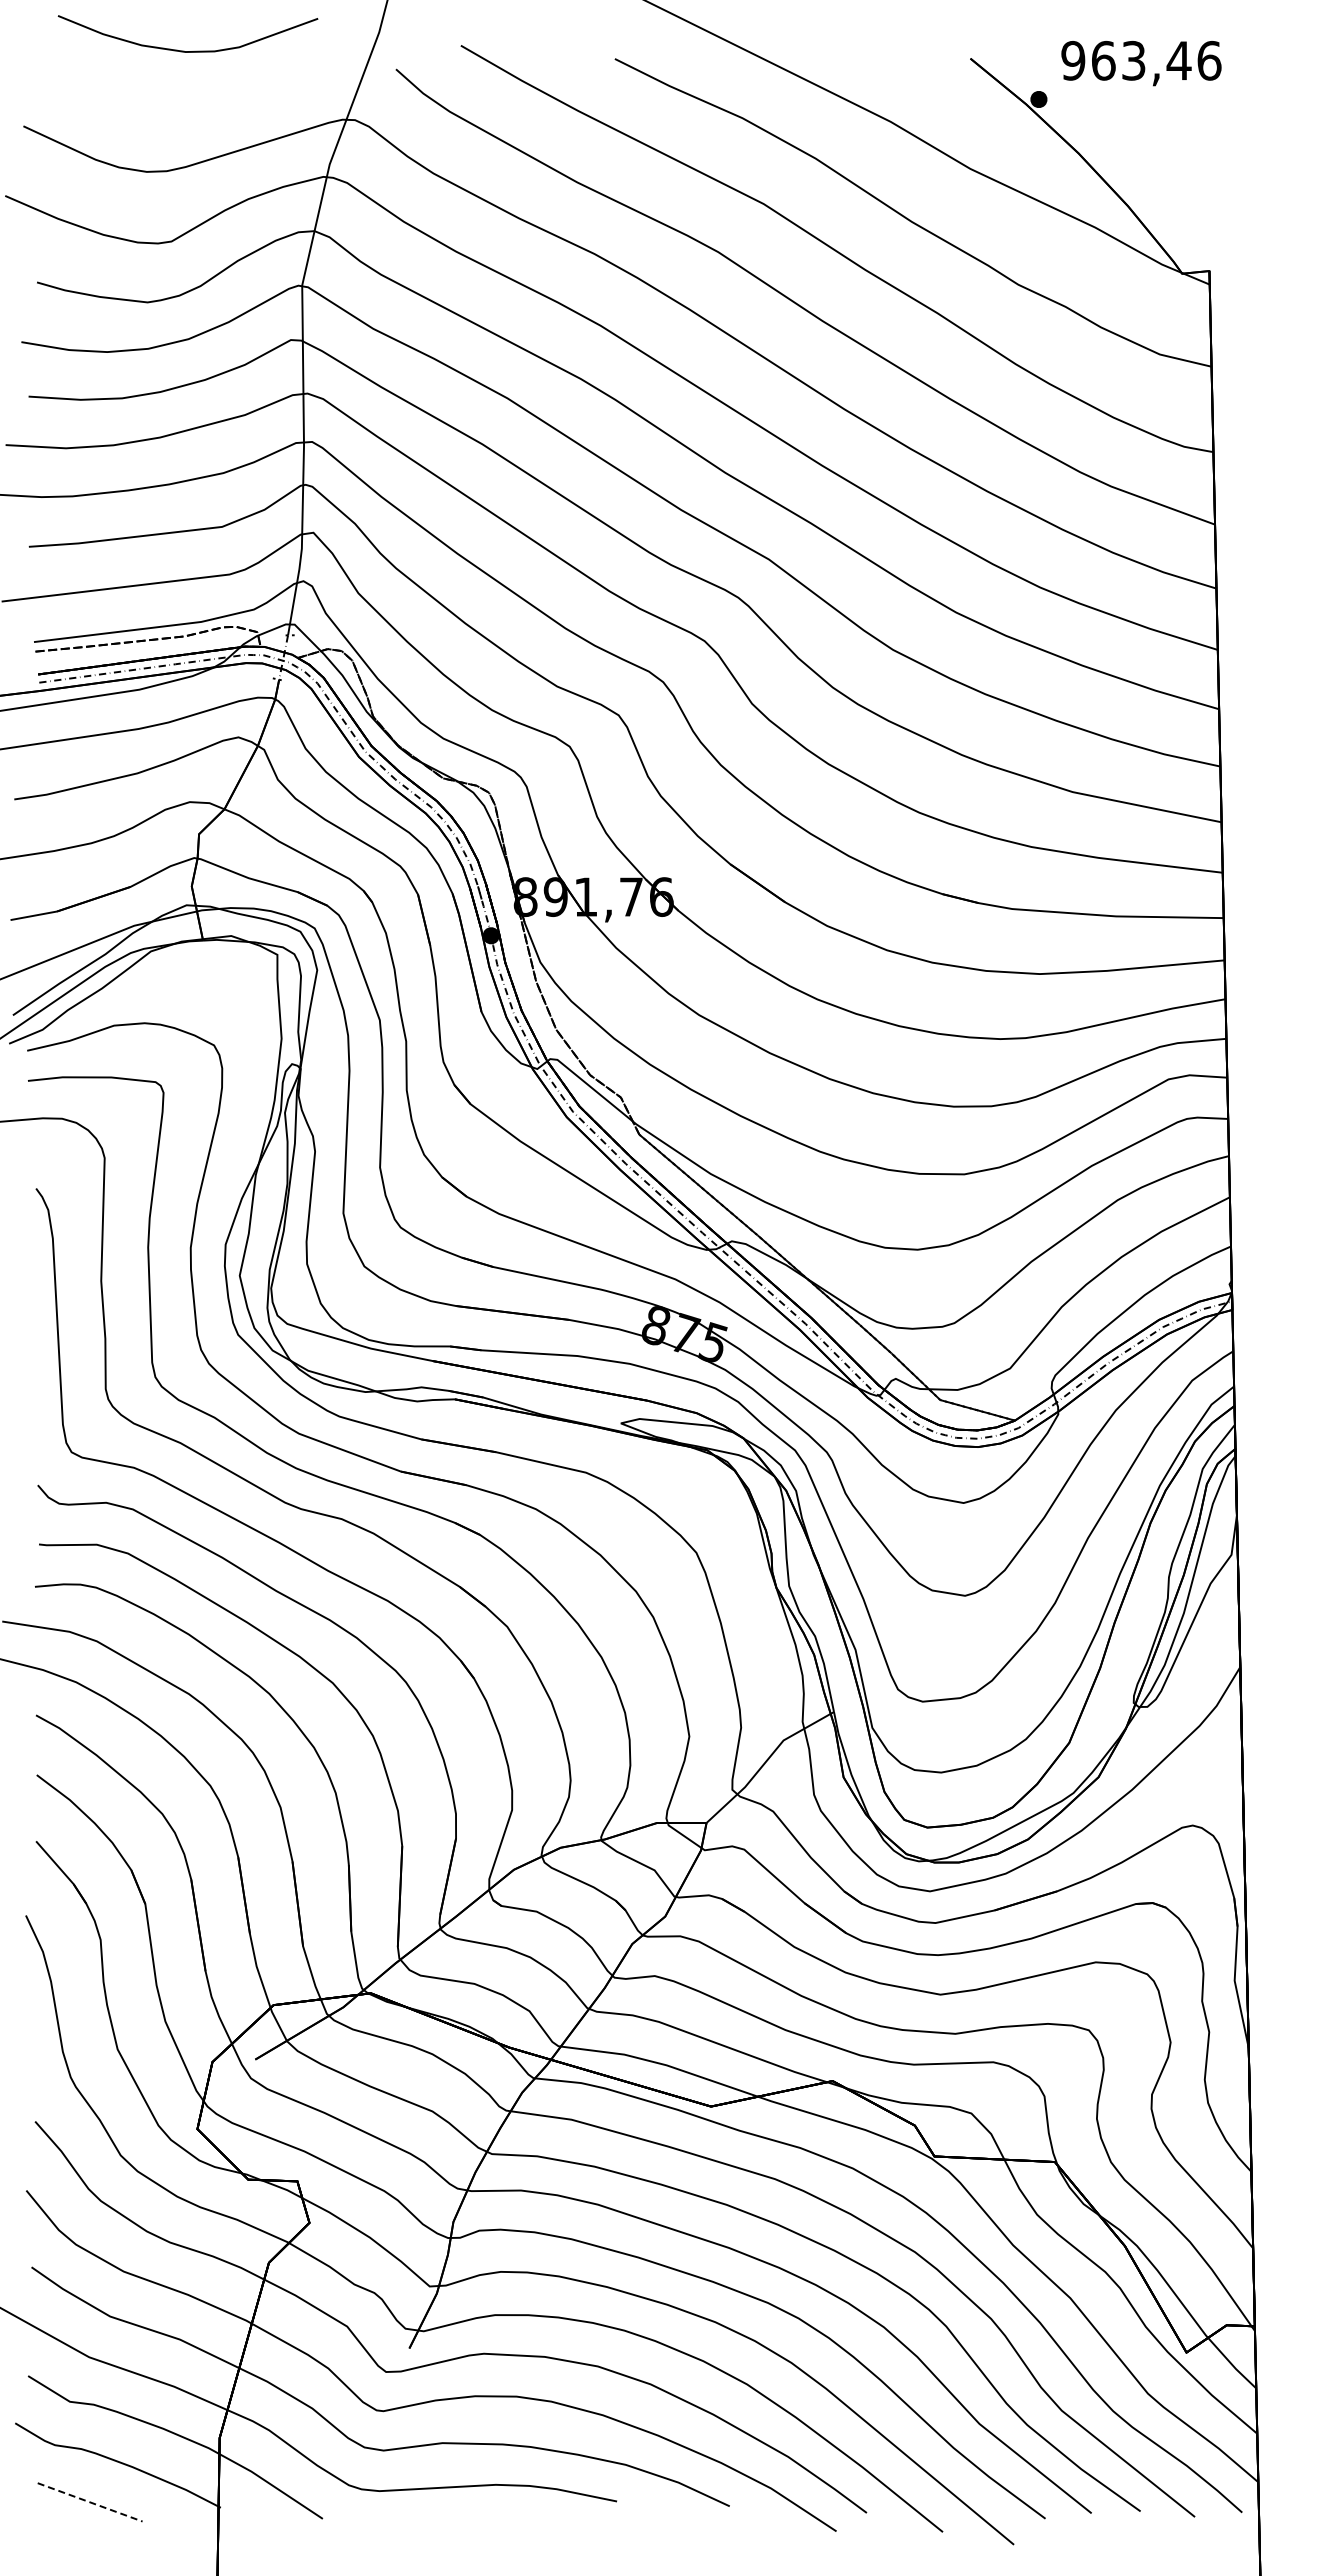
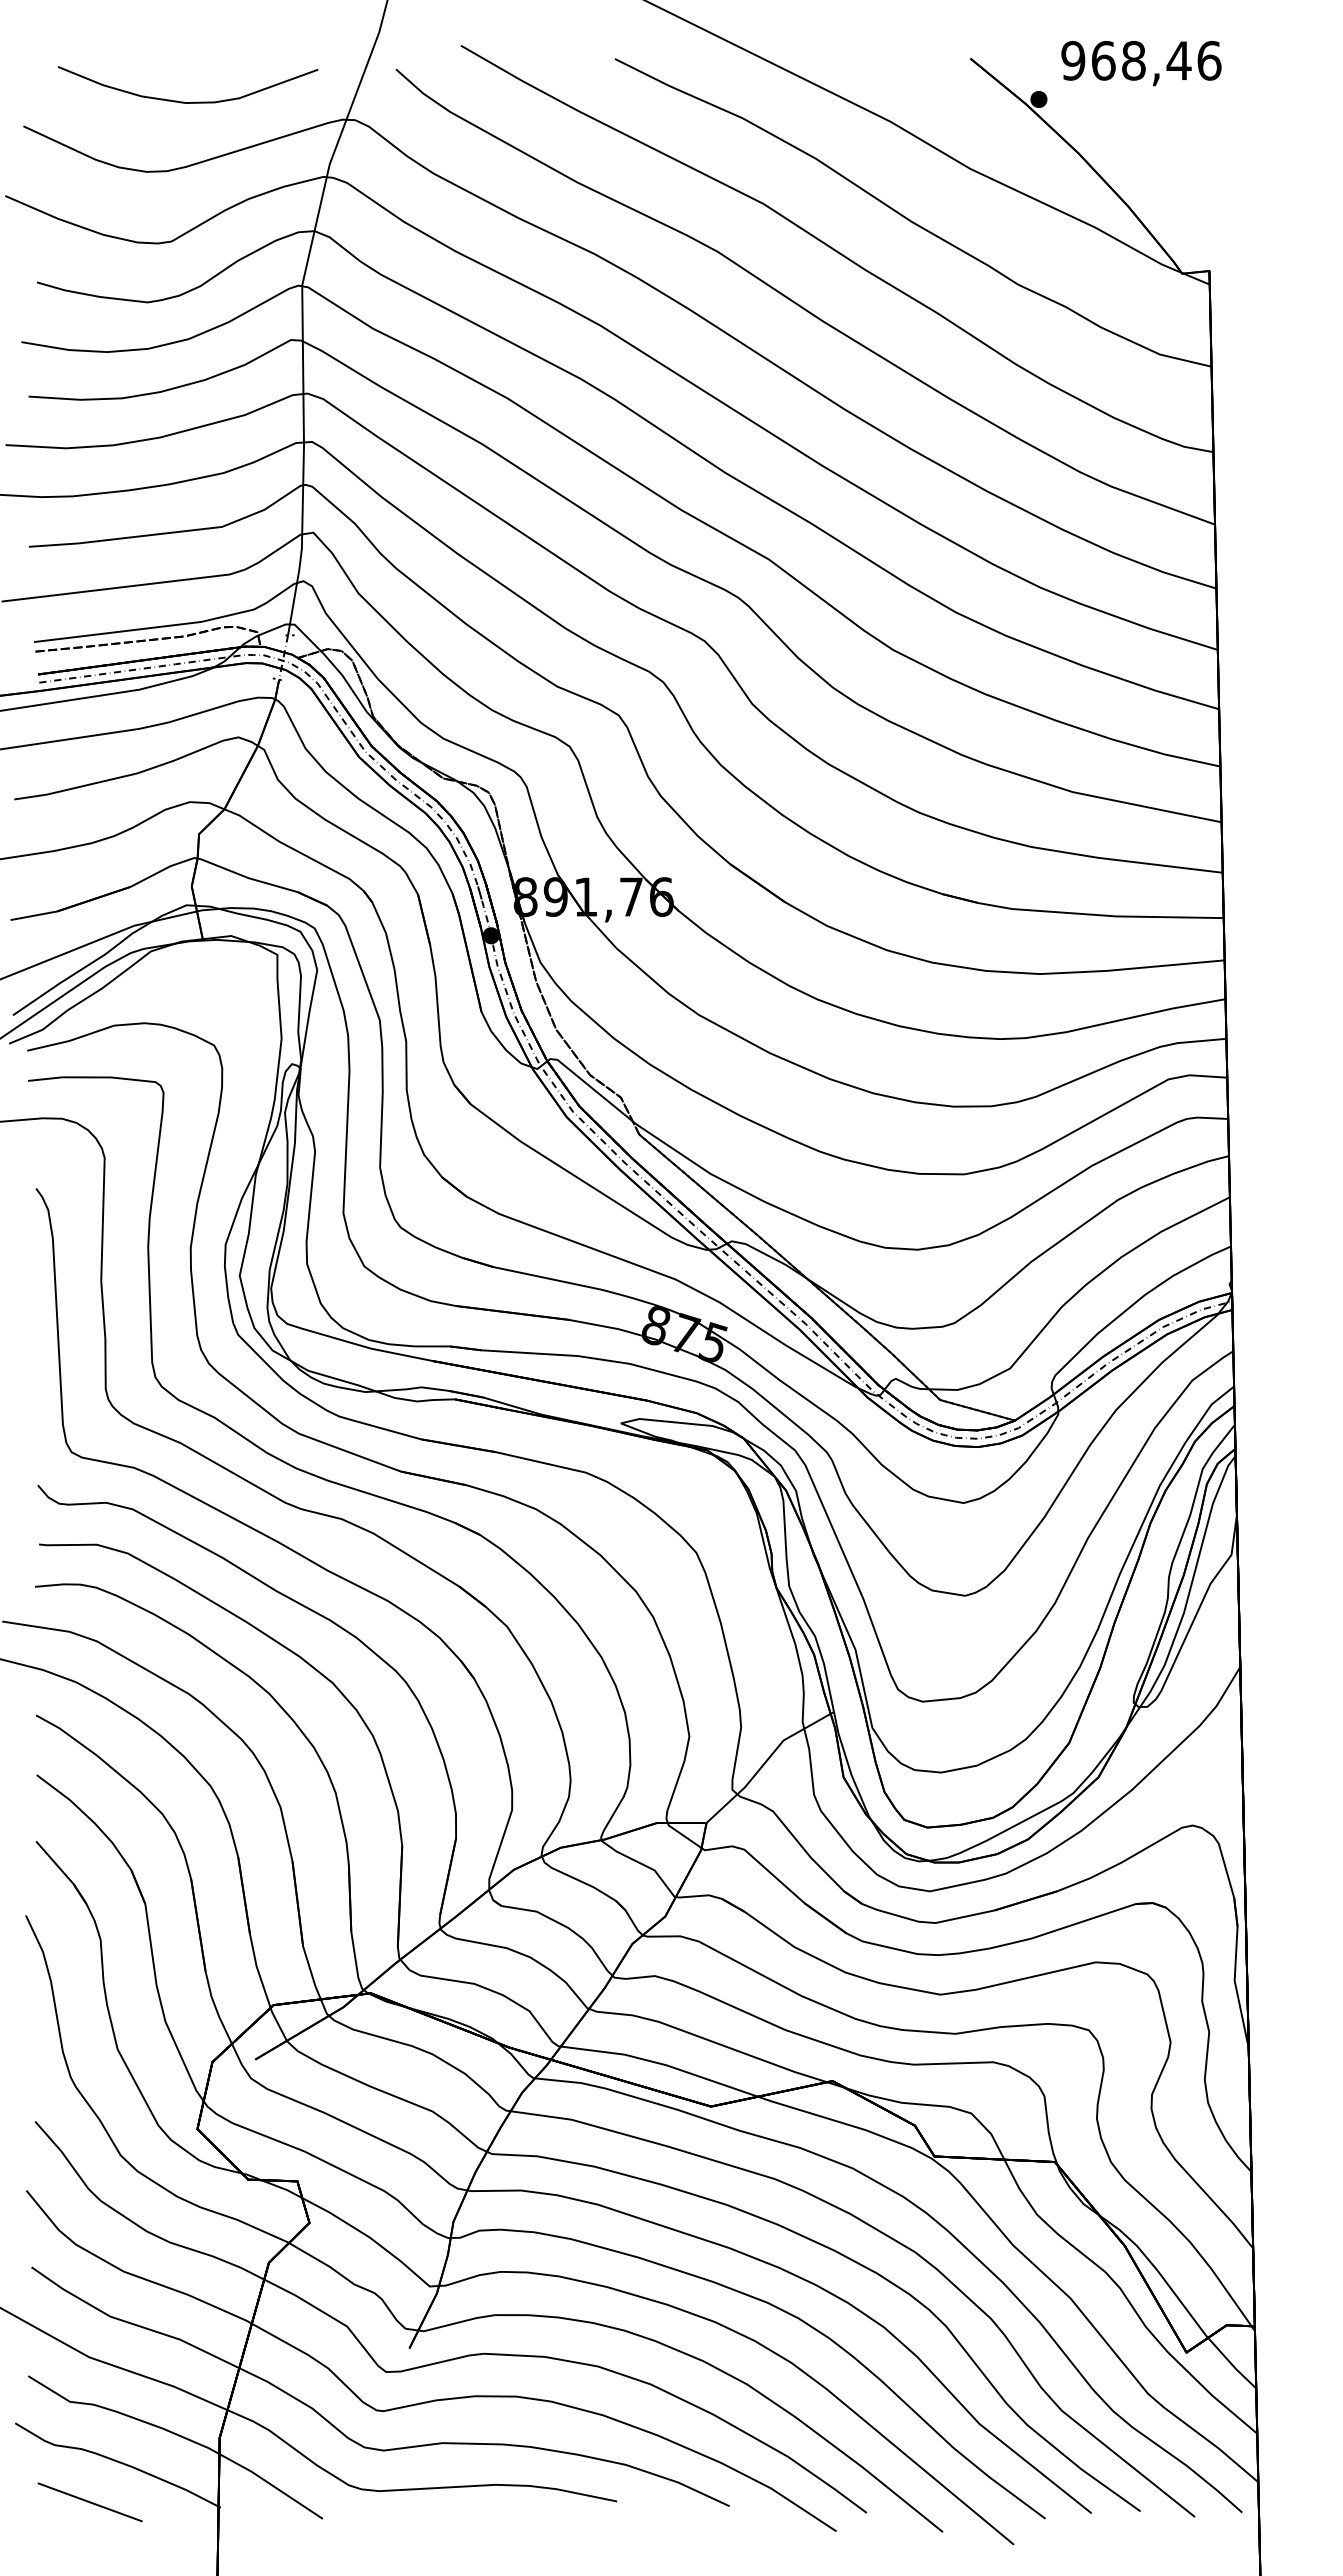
curve at (184, 50) position: (184, 50) -> (184, 101)
text at (1133, 60): 963,46 -> 968,46
line at (90, 2502): dashed -> solid
